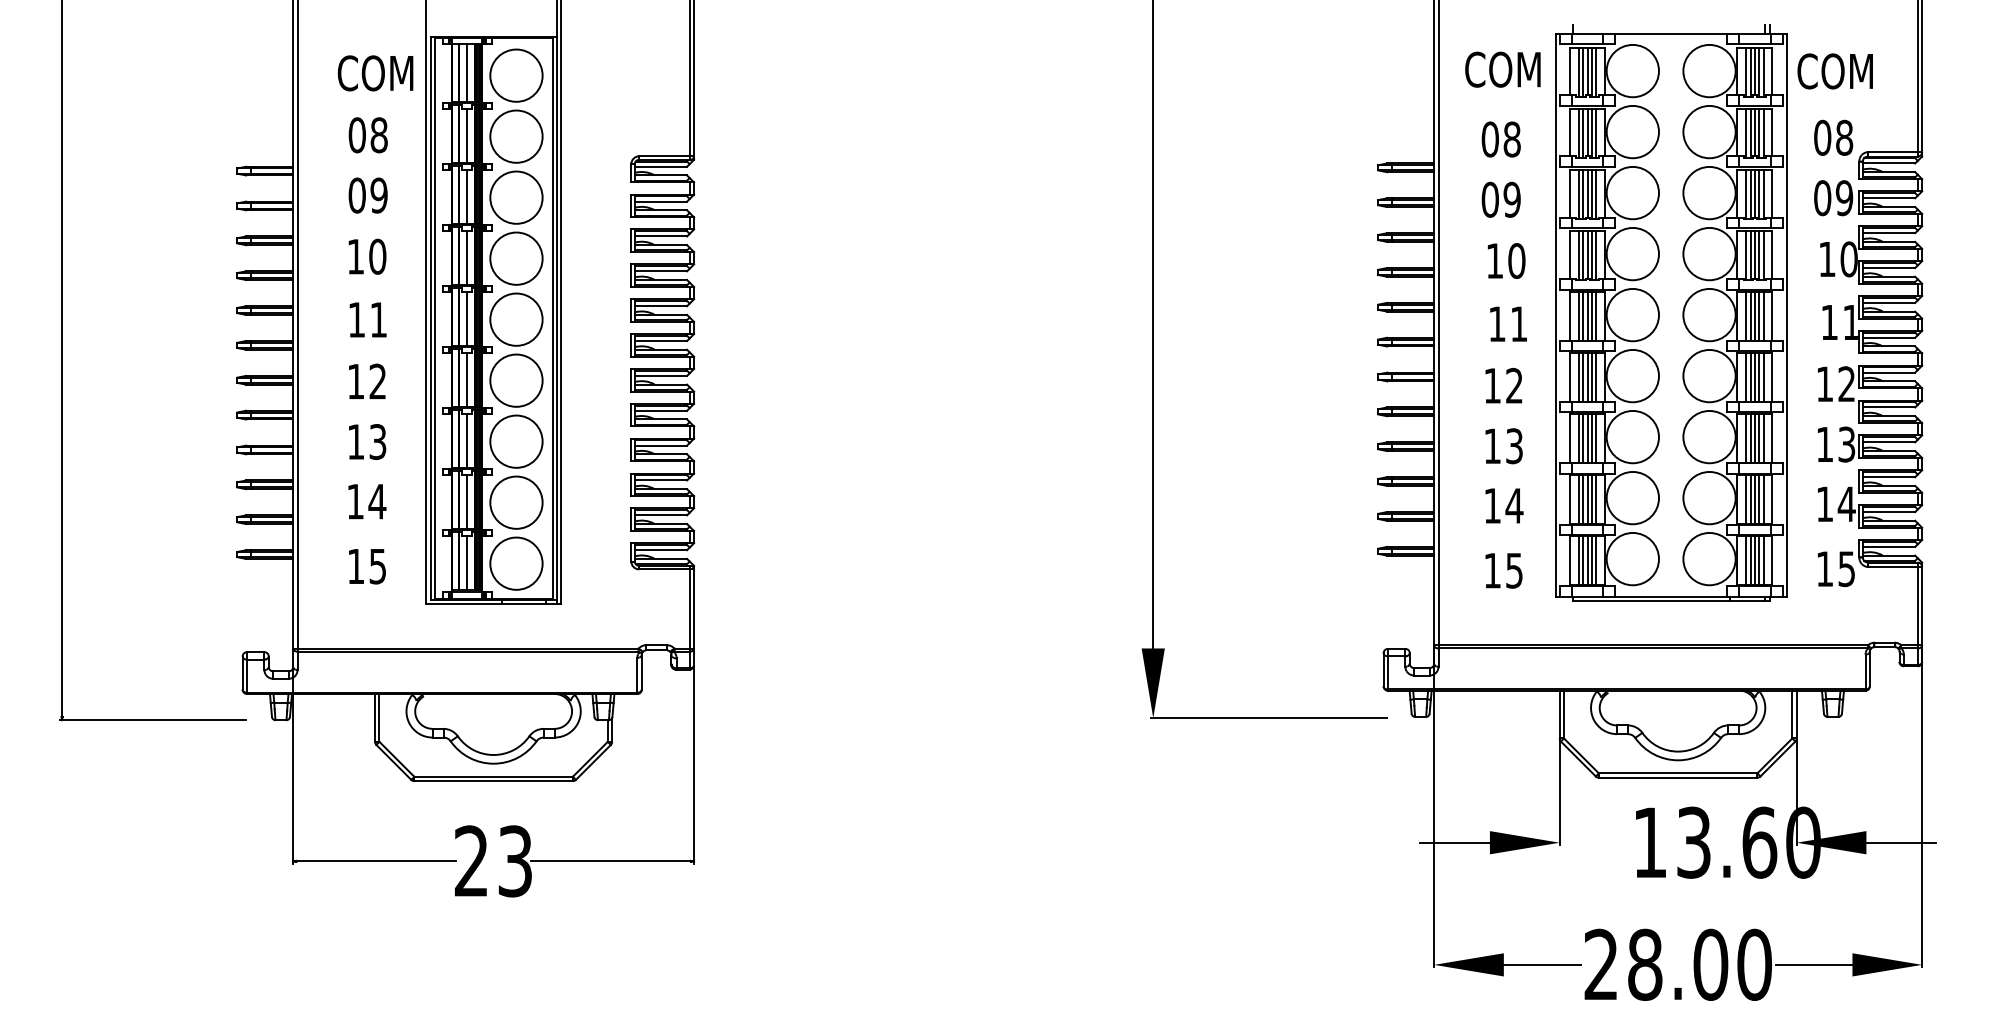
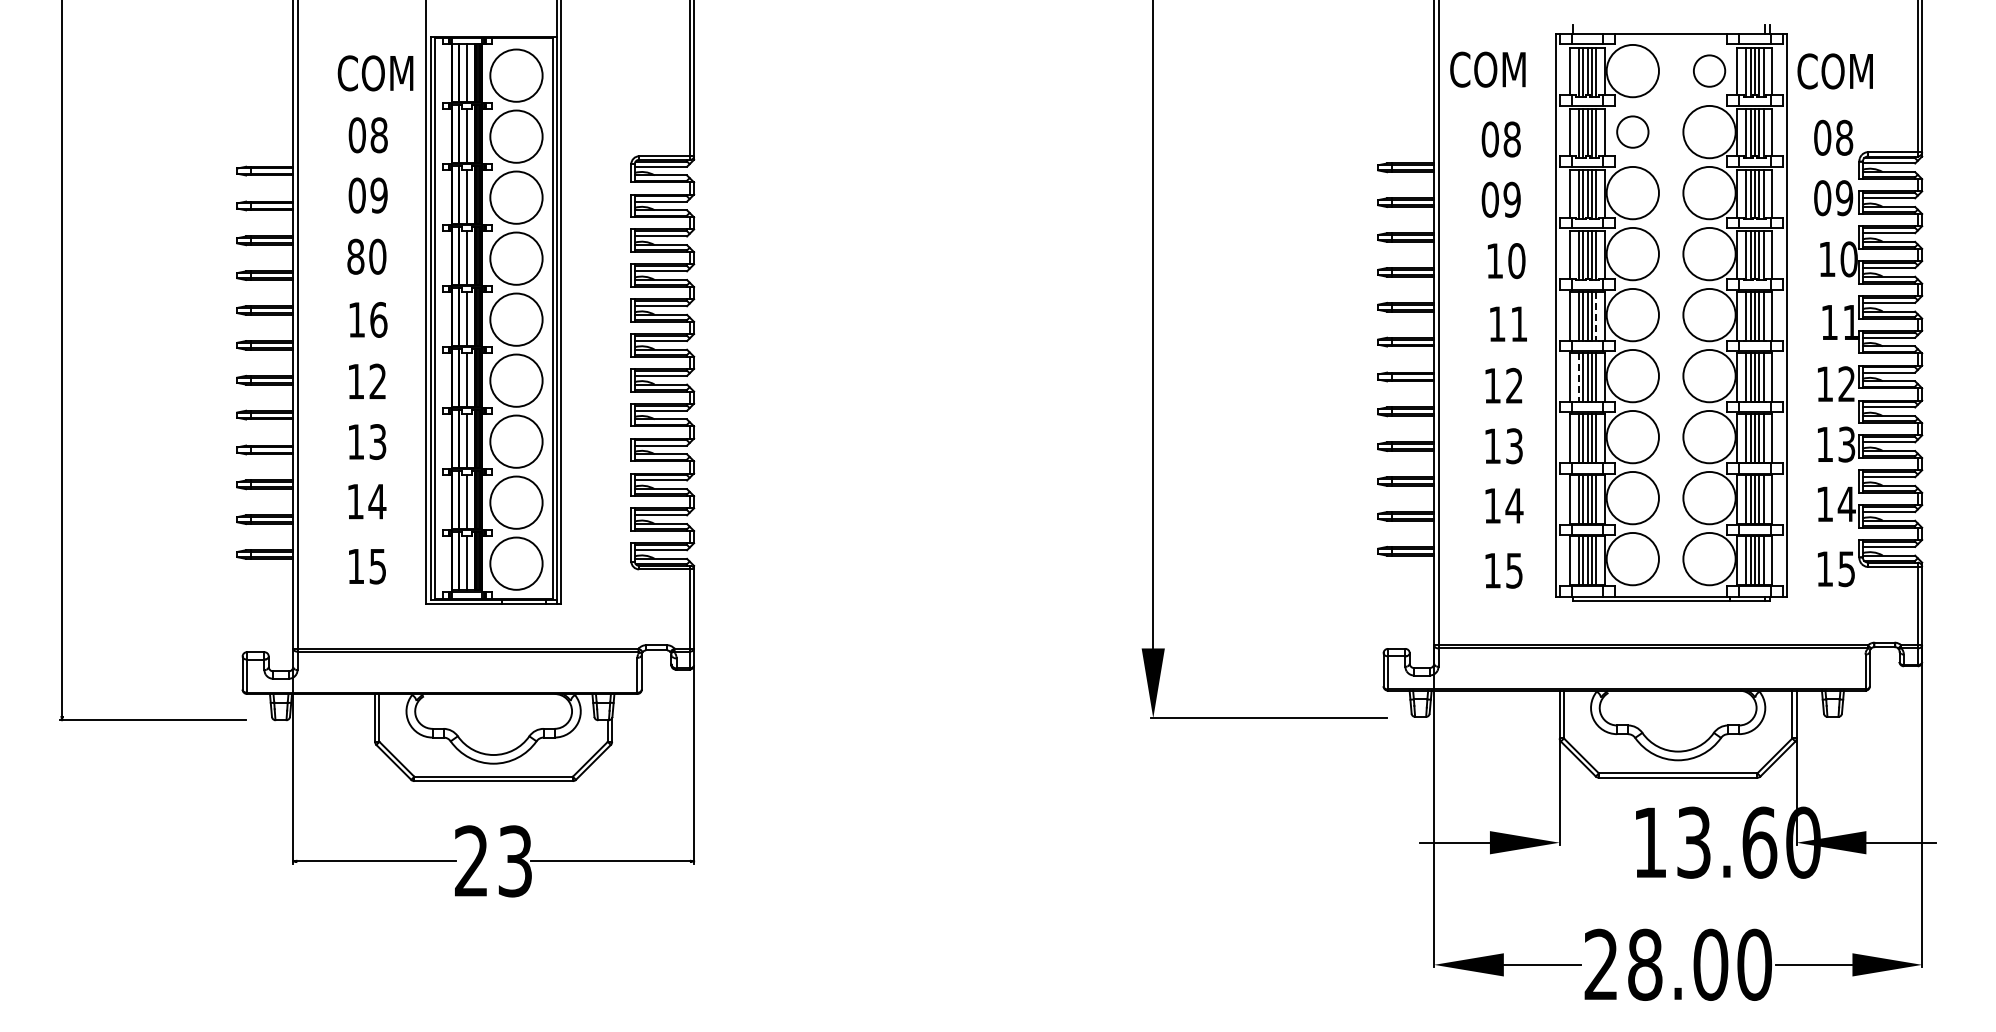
text at (1502, 69) position: (1502, 69) -> (1487, 69)
circle at (1709, 70) diameter: 52 px -> 31 px
circle at (1632, 131) diameter: 52 px -> 31 px
text at (355, 256): 10 -> 80
line at (1596, 317): solid -> dashed
text at (378, 319): 11 -> 16
line at (1578, 378): solid -> dashed
